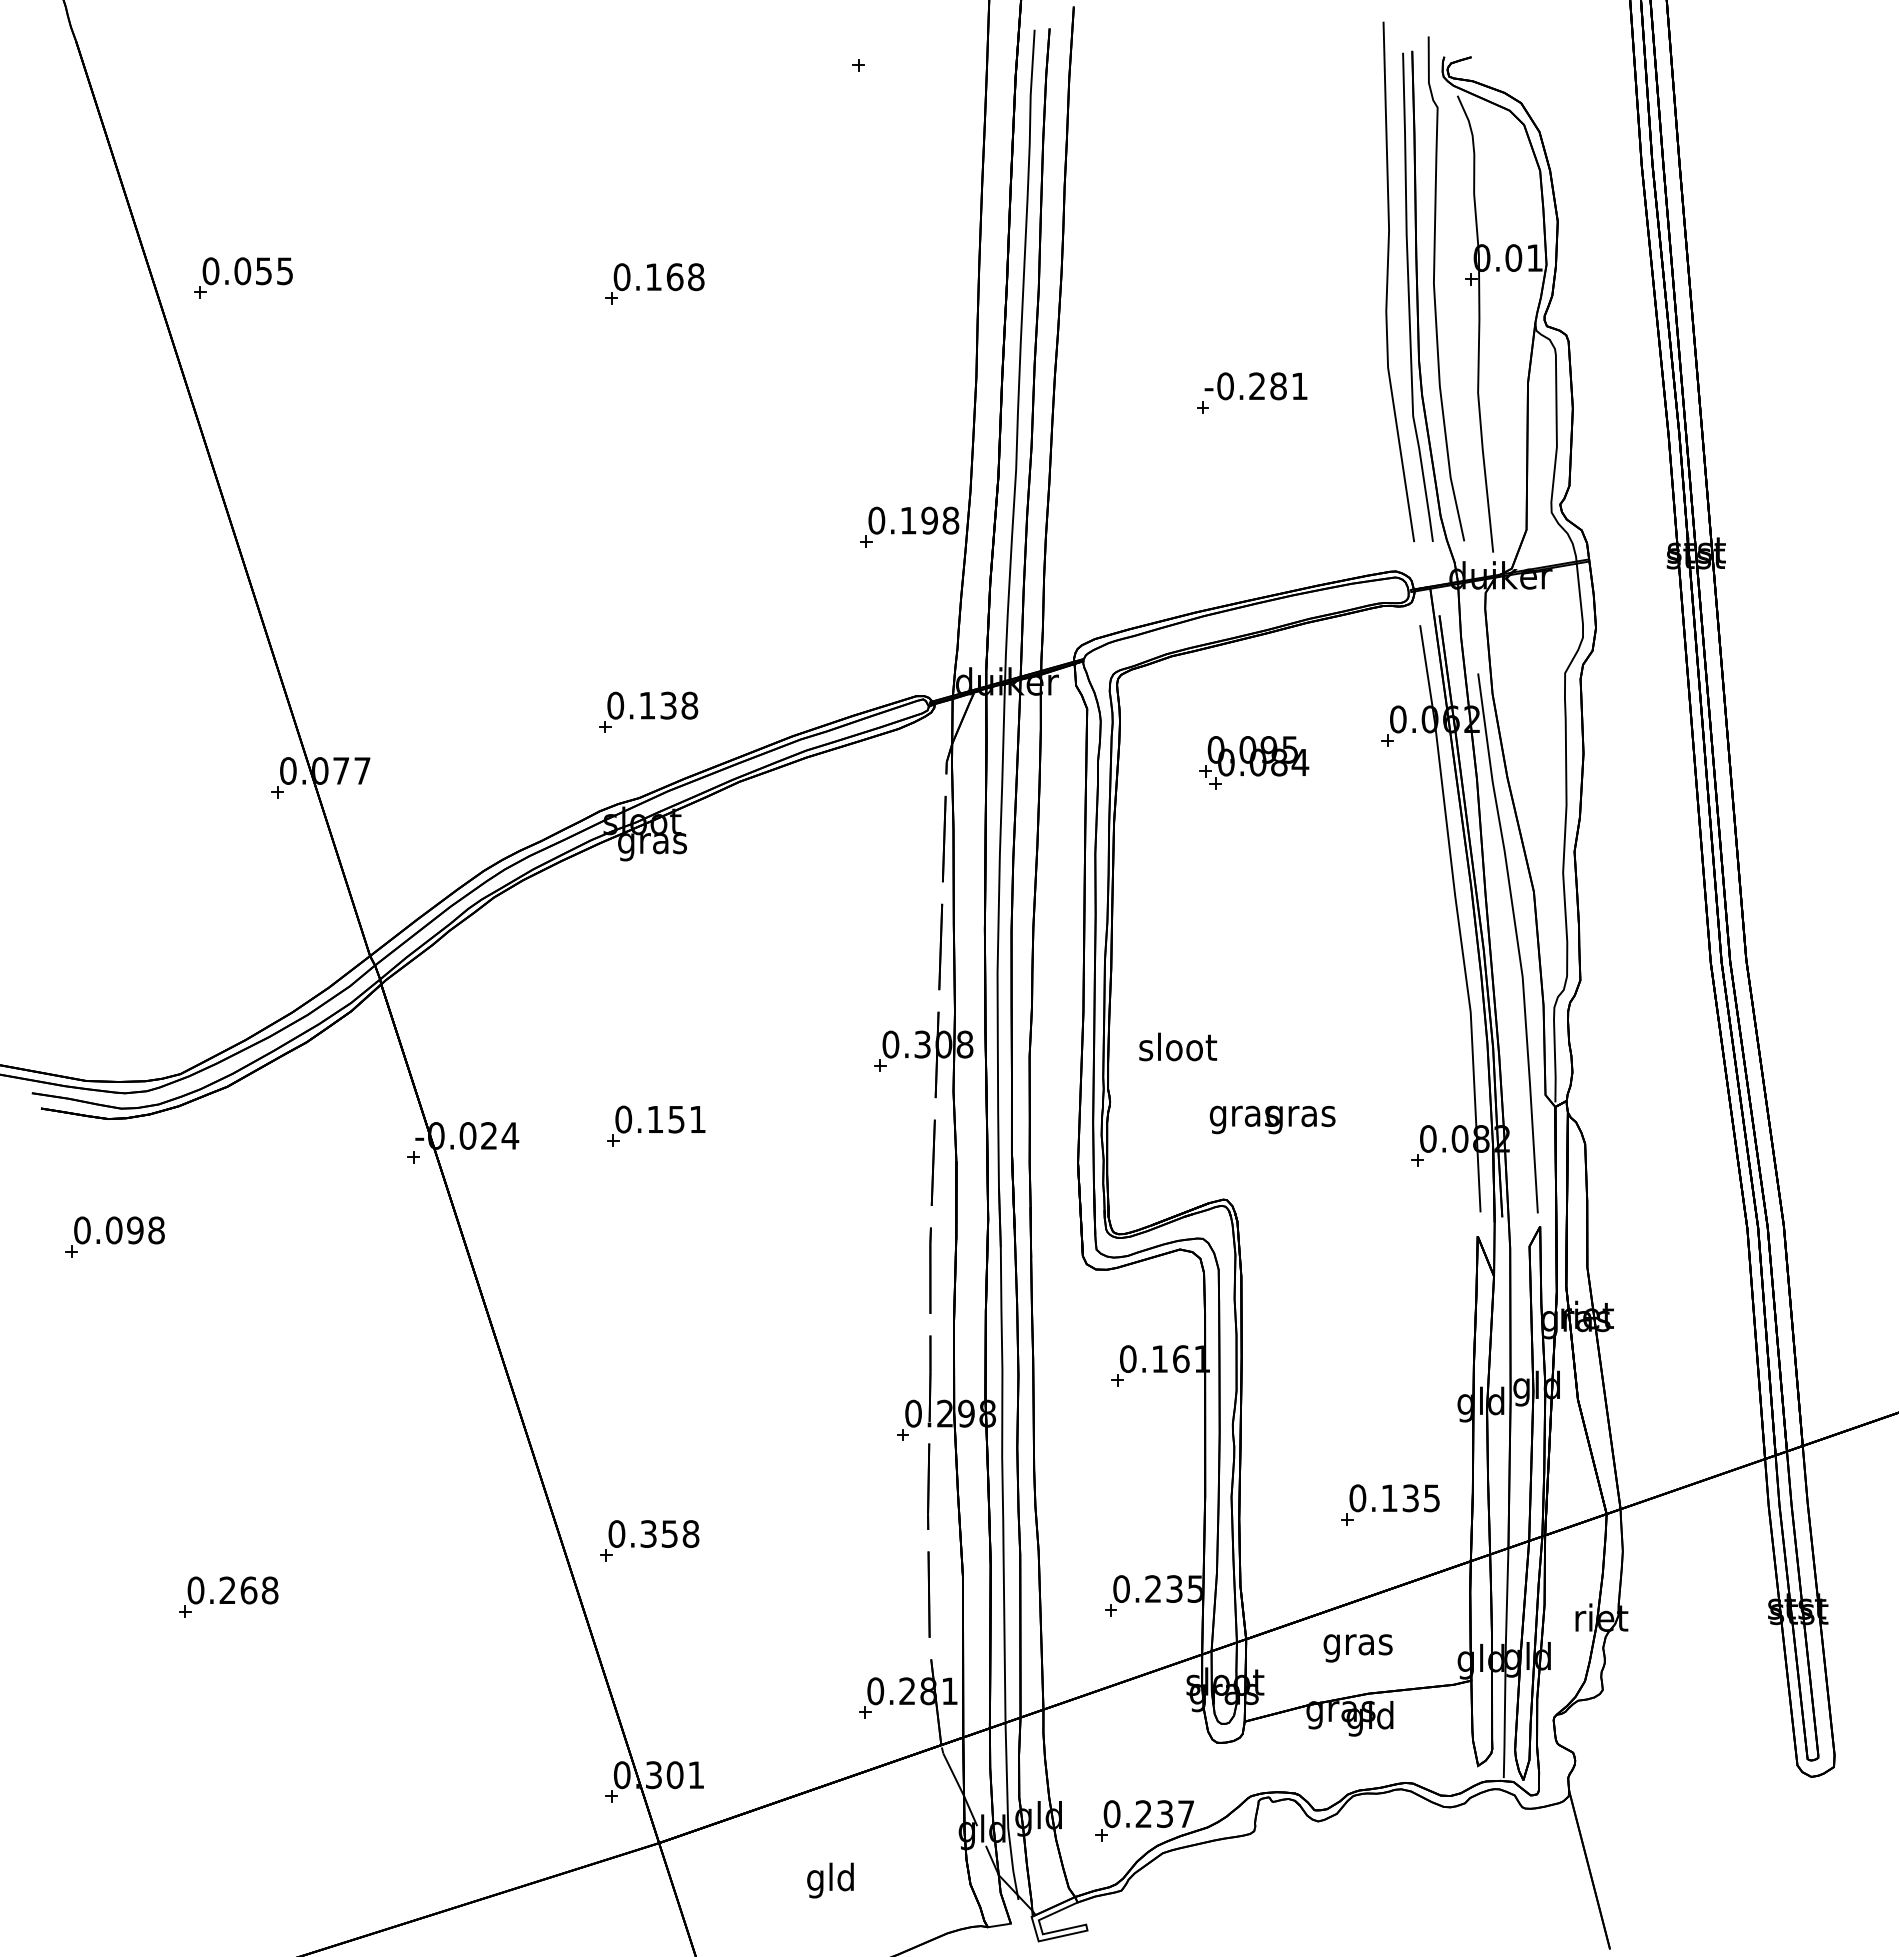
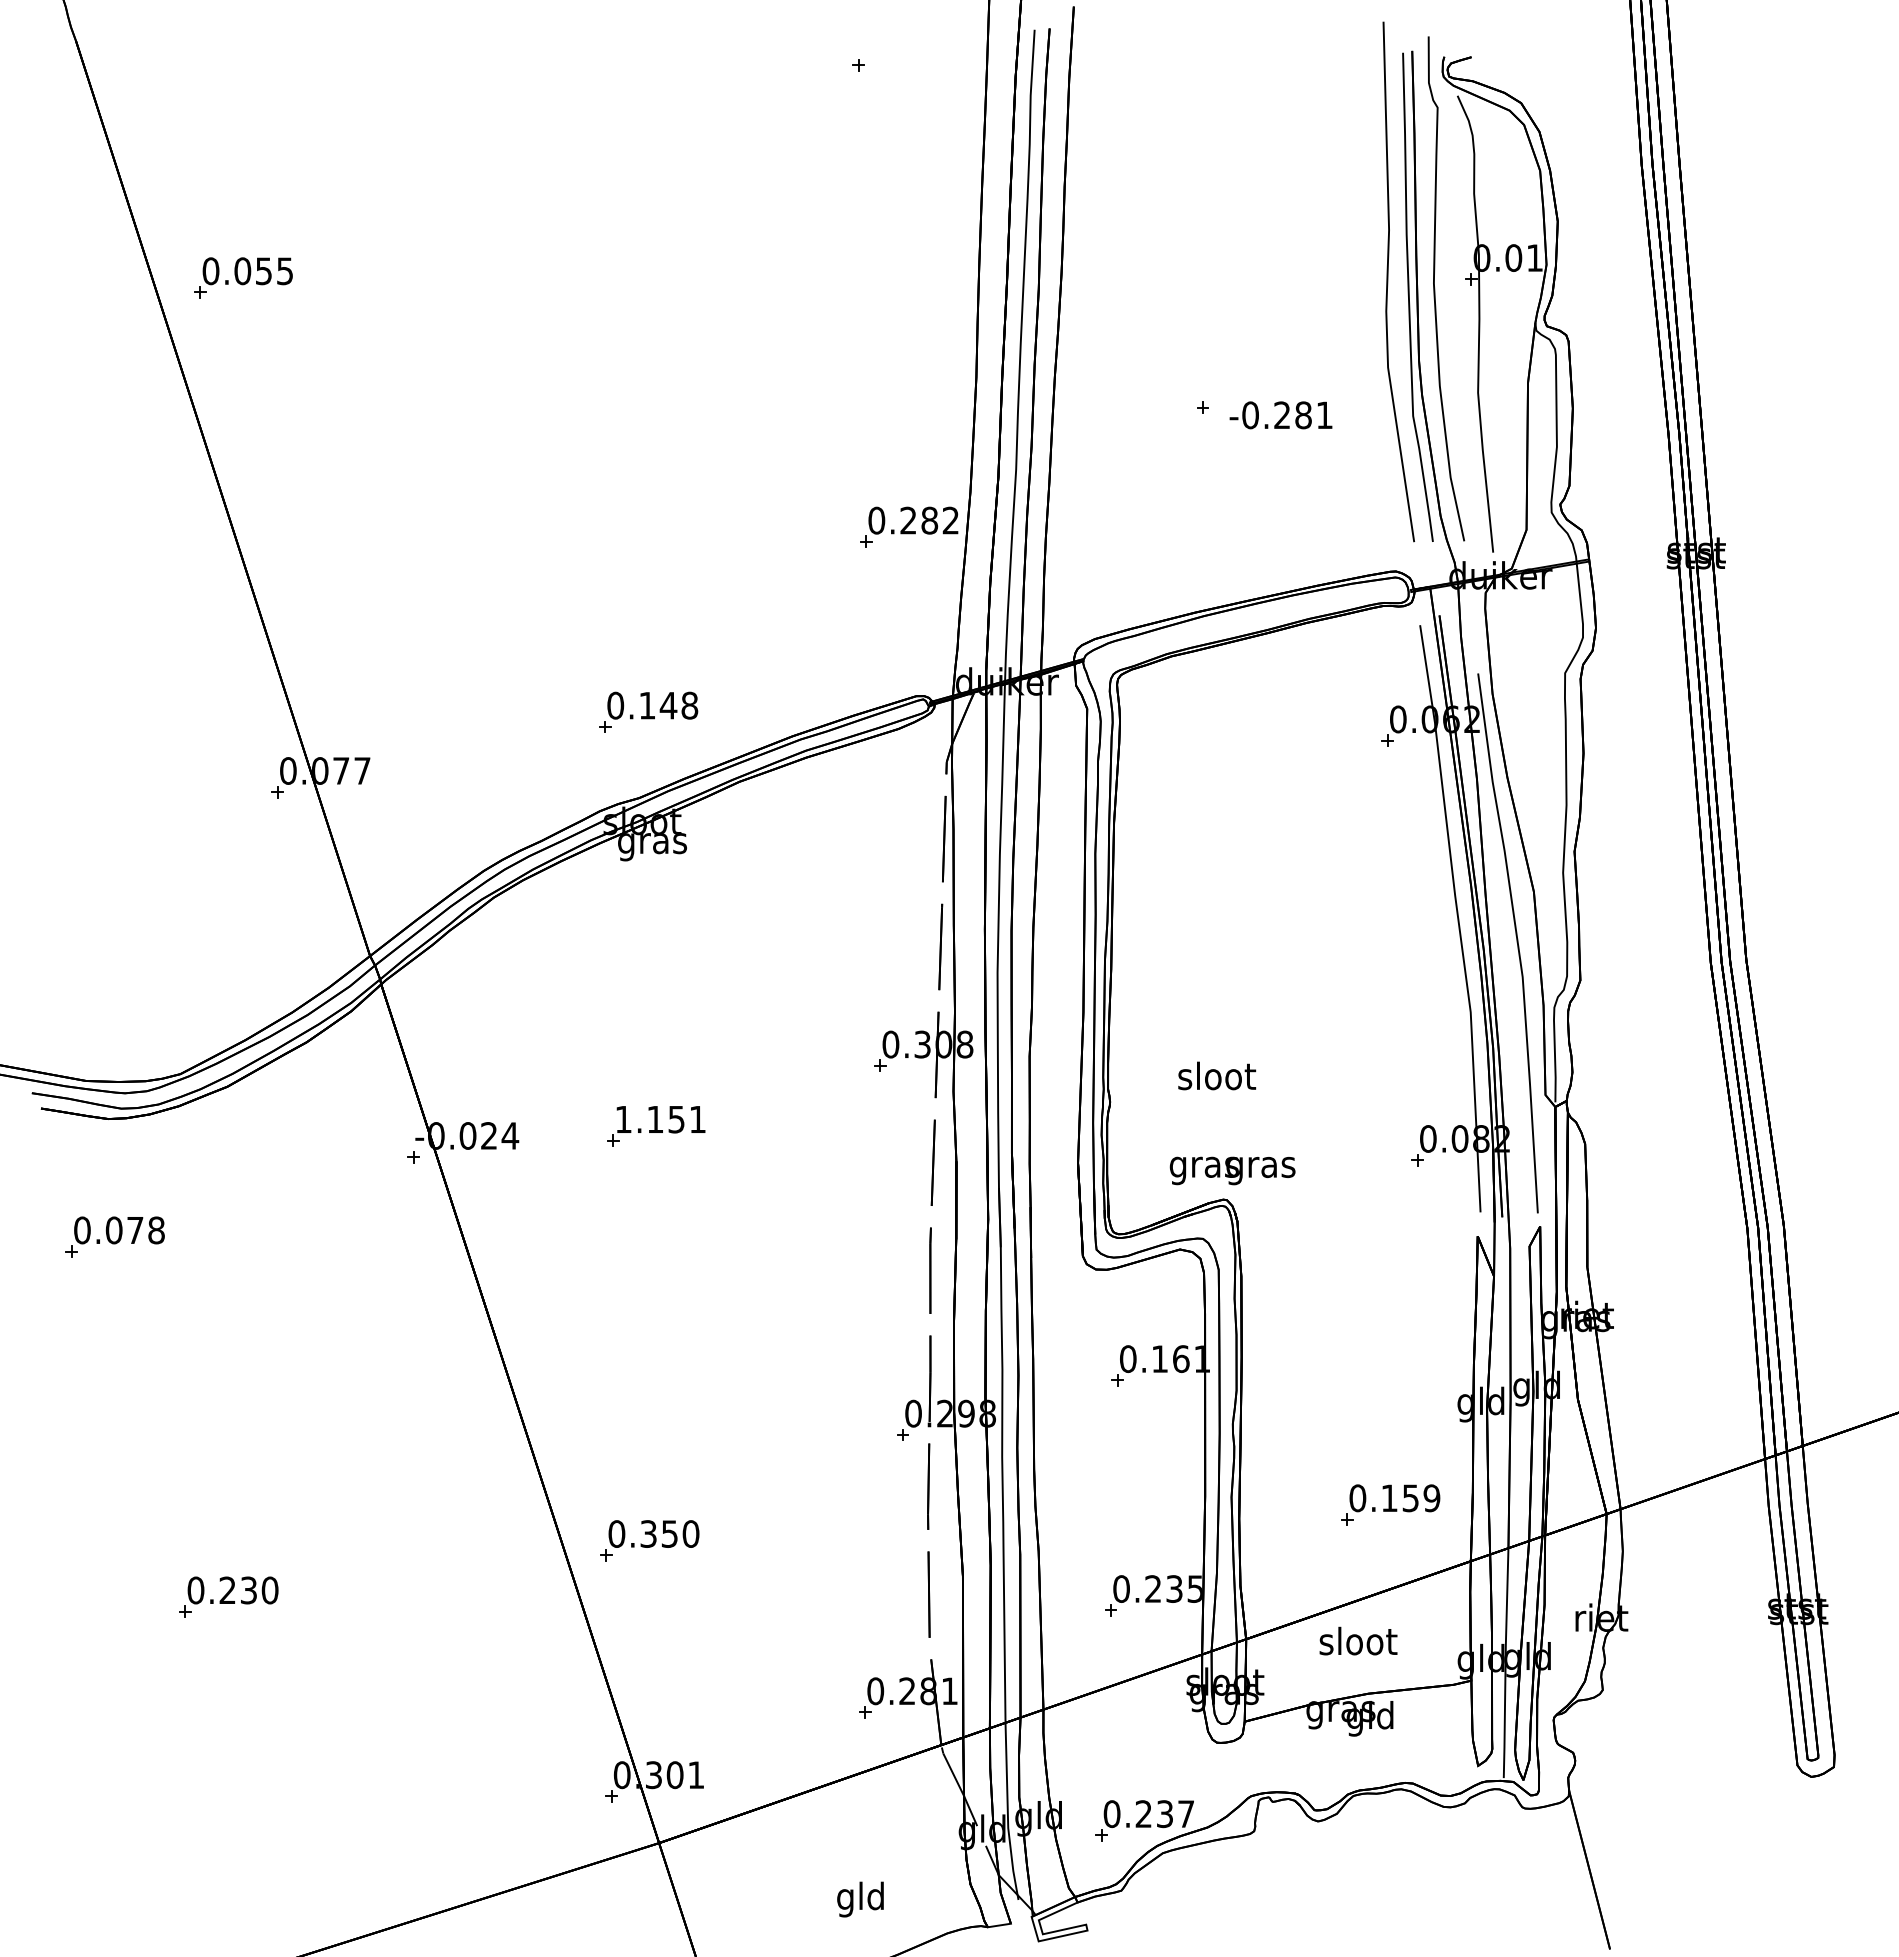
part at (654, 283): present -> none
text at (1255, 386) position: (1255, 386) -> (1280, 415)
text at (929, 520): 0.198 -> 0.282
text at (668, 705): 0.138 -> 0.148
part at (1254, 762): present -> none
text at (1178, 1046) position: (1178, 1046) -> (1217, 1075)
text at (623, 1119): 0.151 -> 1.151
text at (1272, 1119) position: (1272, 1119) -> (1232, 1170)
text at (135, 1230): 0.098 -> 0.078
text at (1421, 1498): 0.135 -> 0.159
text at (690, 1533): 0.358 -> 0.350
text at (259, 1590): 0.268 -> 0.230
text at (1358, 1644): gras -> sloot
text at (830, 1880) position: (830, 1880) -> (860, 1899)
